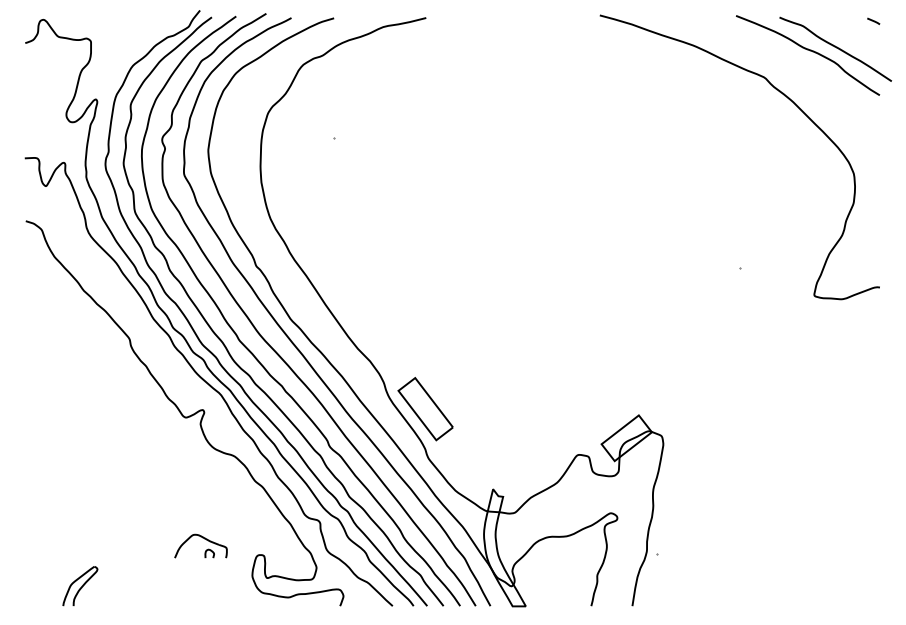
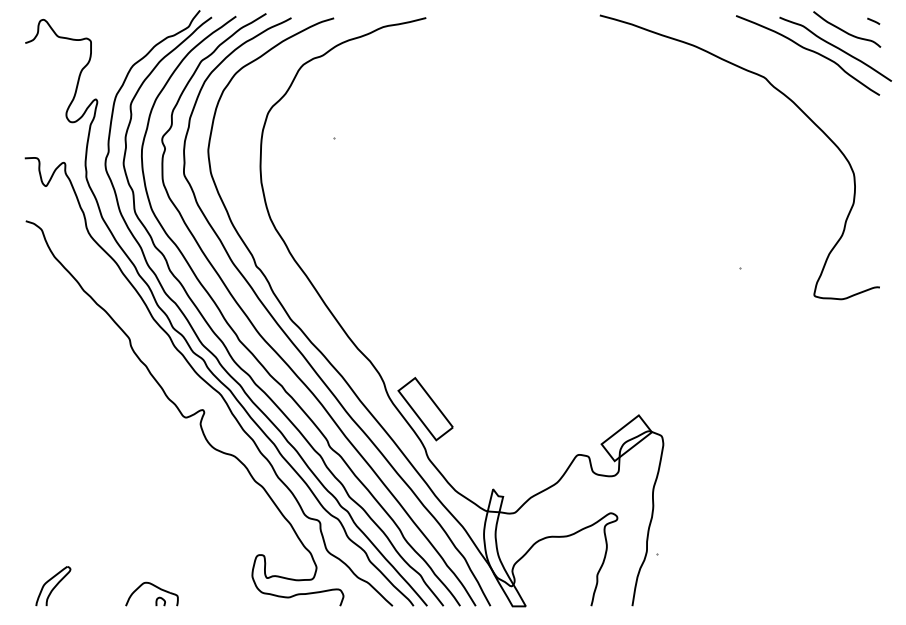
curve at (846, 31): none -> present
part at (205, 550) position: (205, 550) -> (156, 598)
part at (80, 586) position: (80, 586) -> (53, 586)
